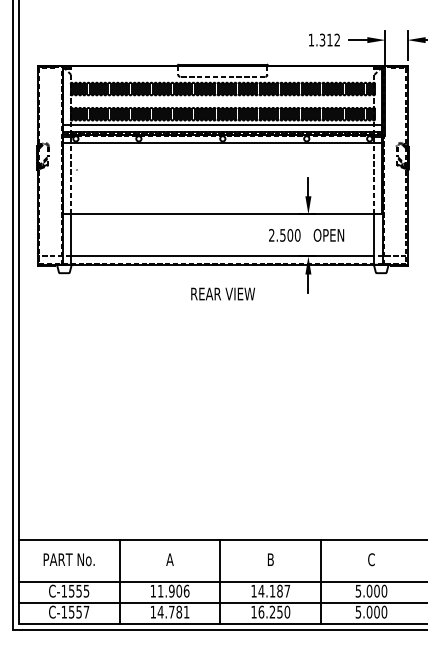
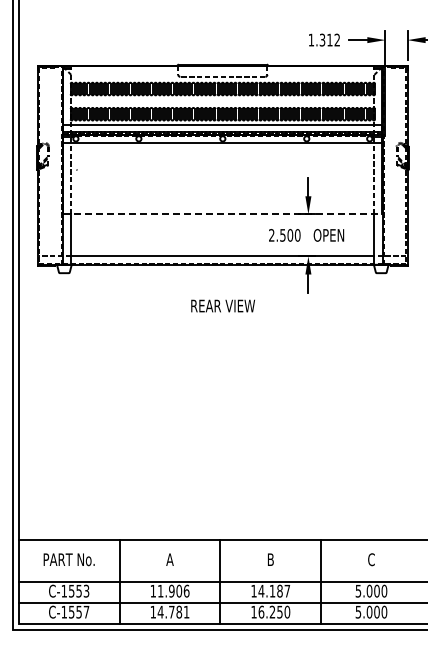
line at (223, 214): solid -> dashed
text at (222, 293) position: (222, 293) -> (222, 305)
text at (86, 590): C-1555 -> C-1553
